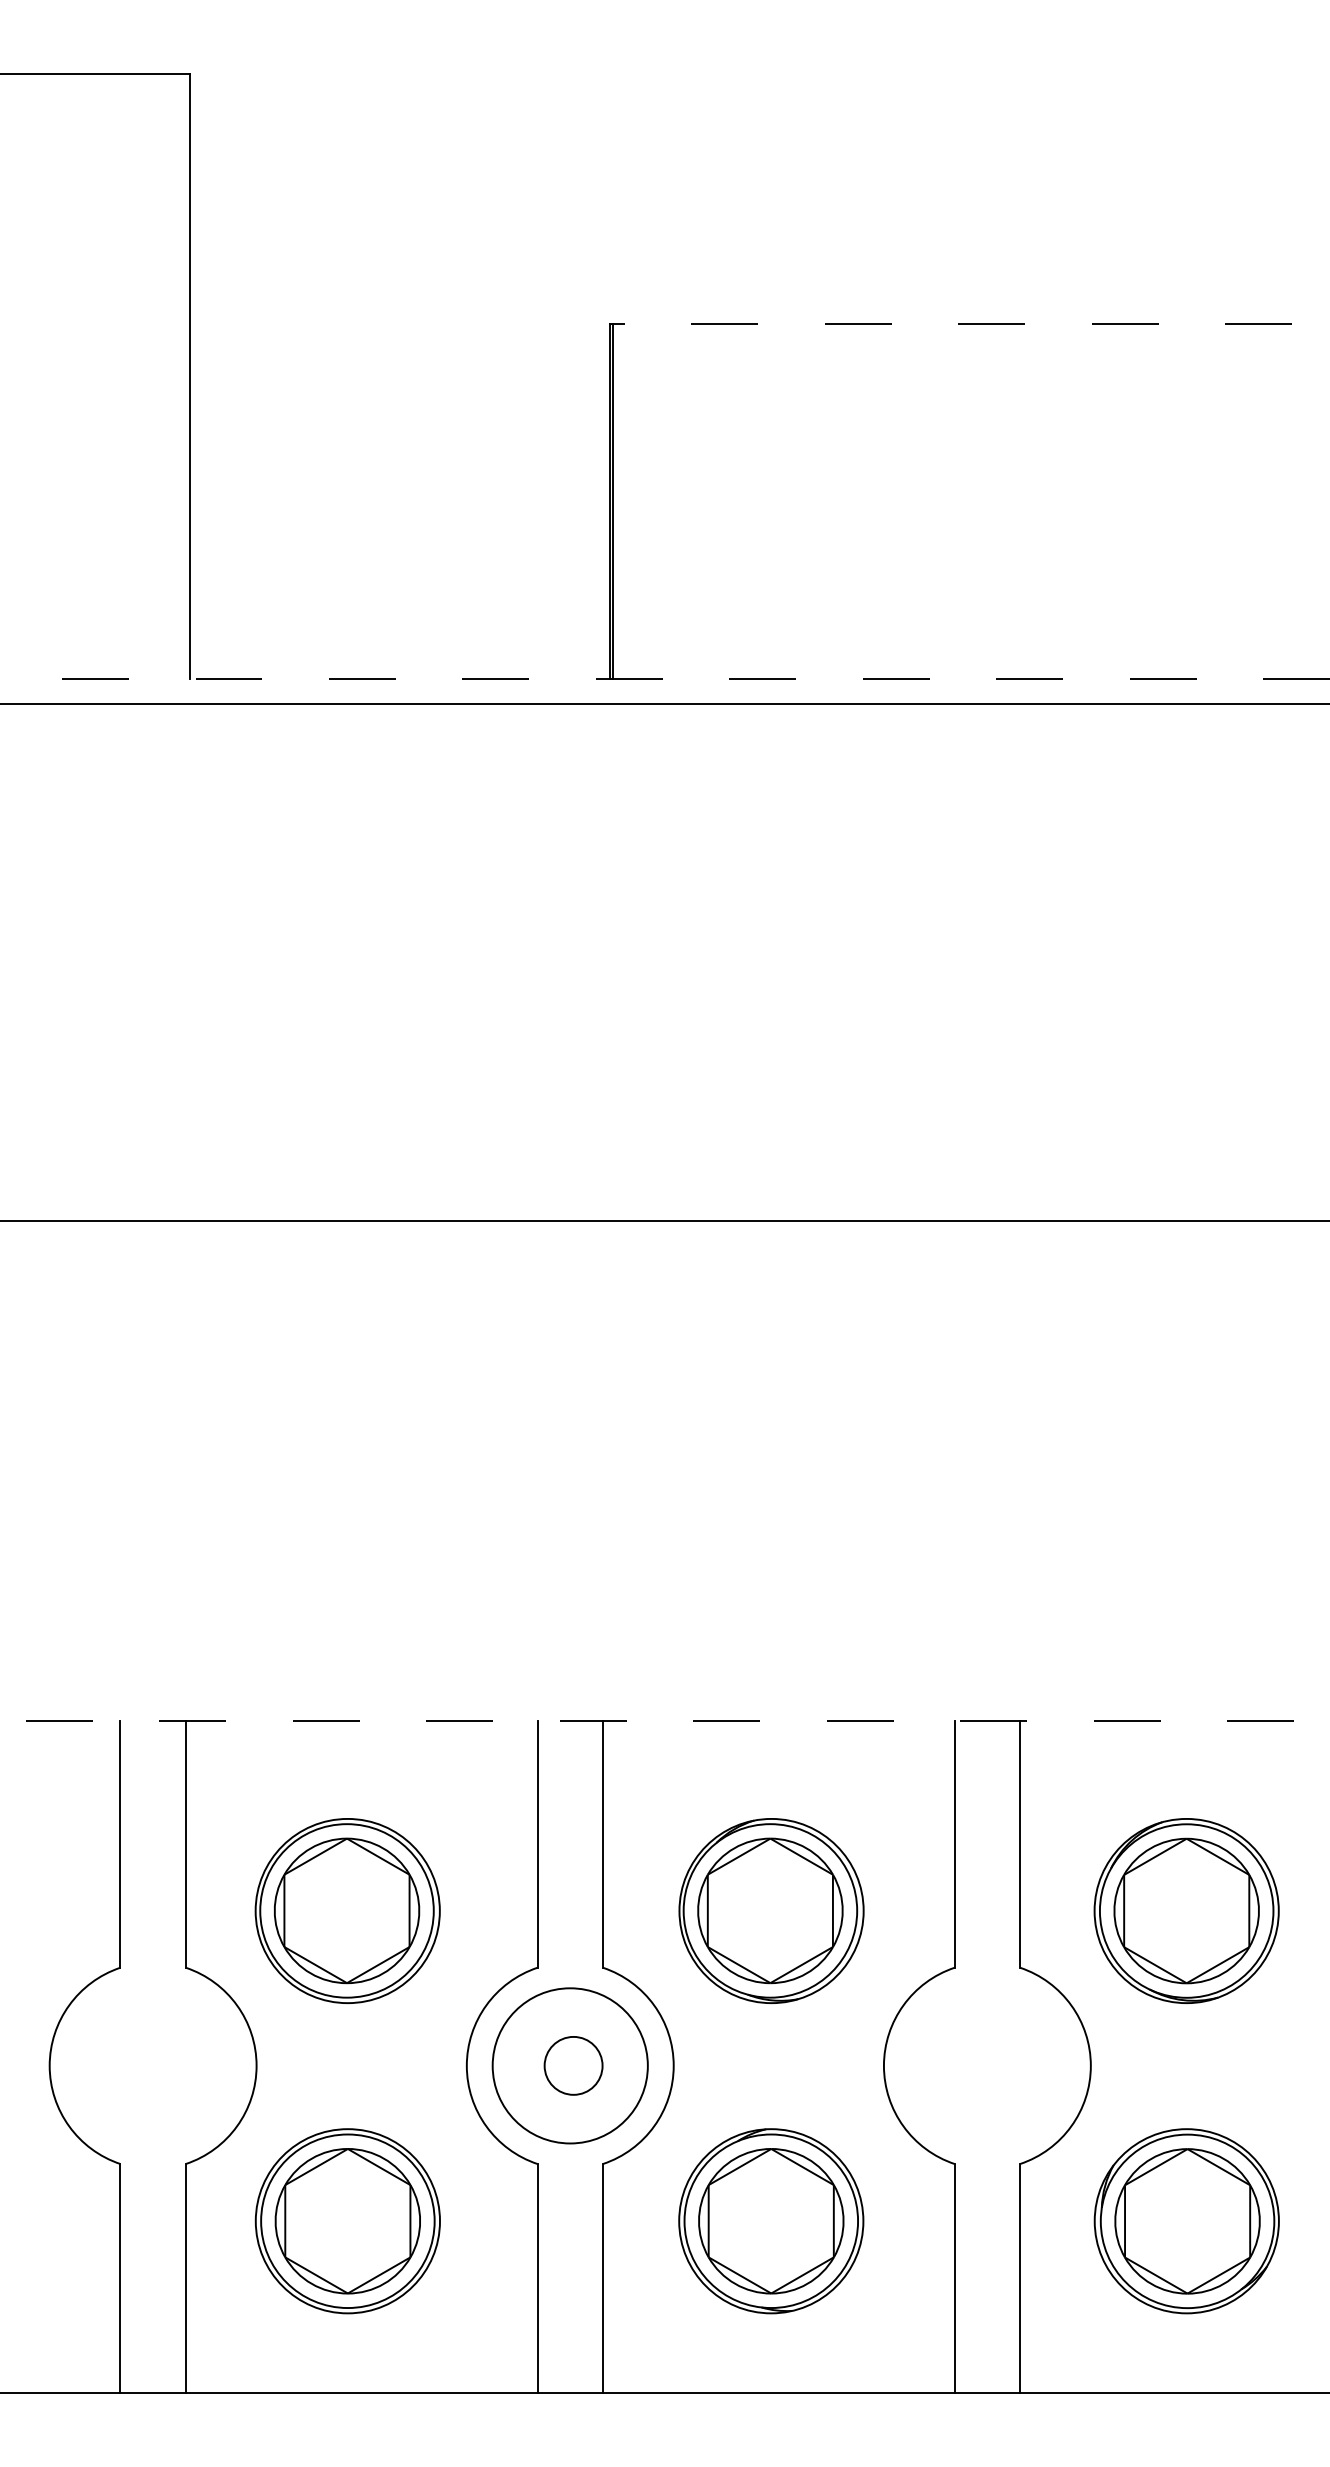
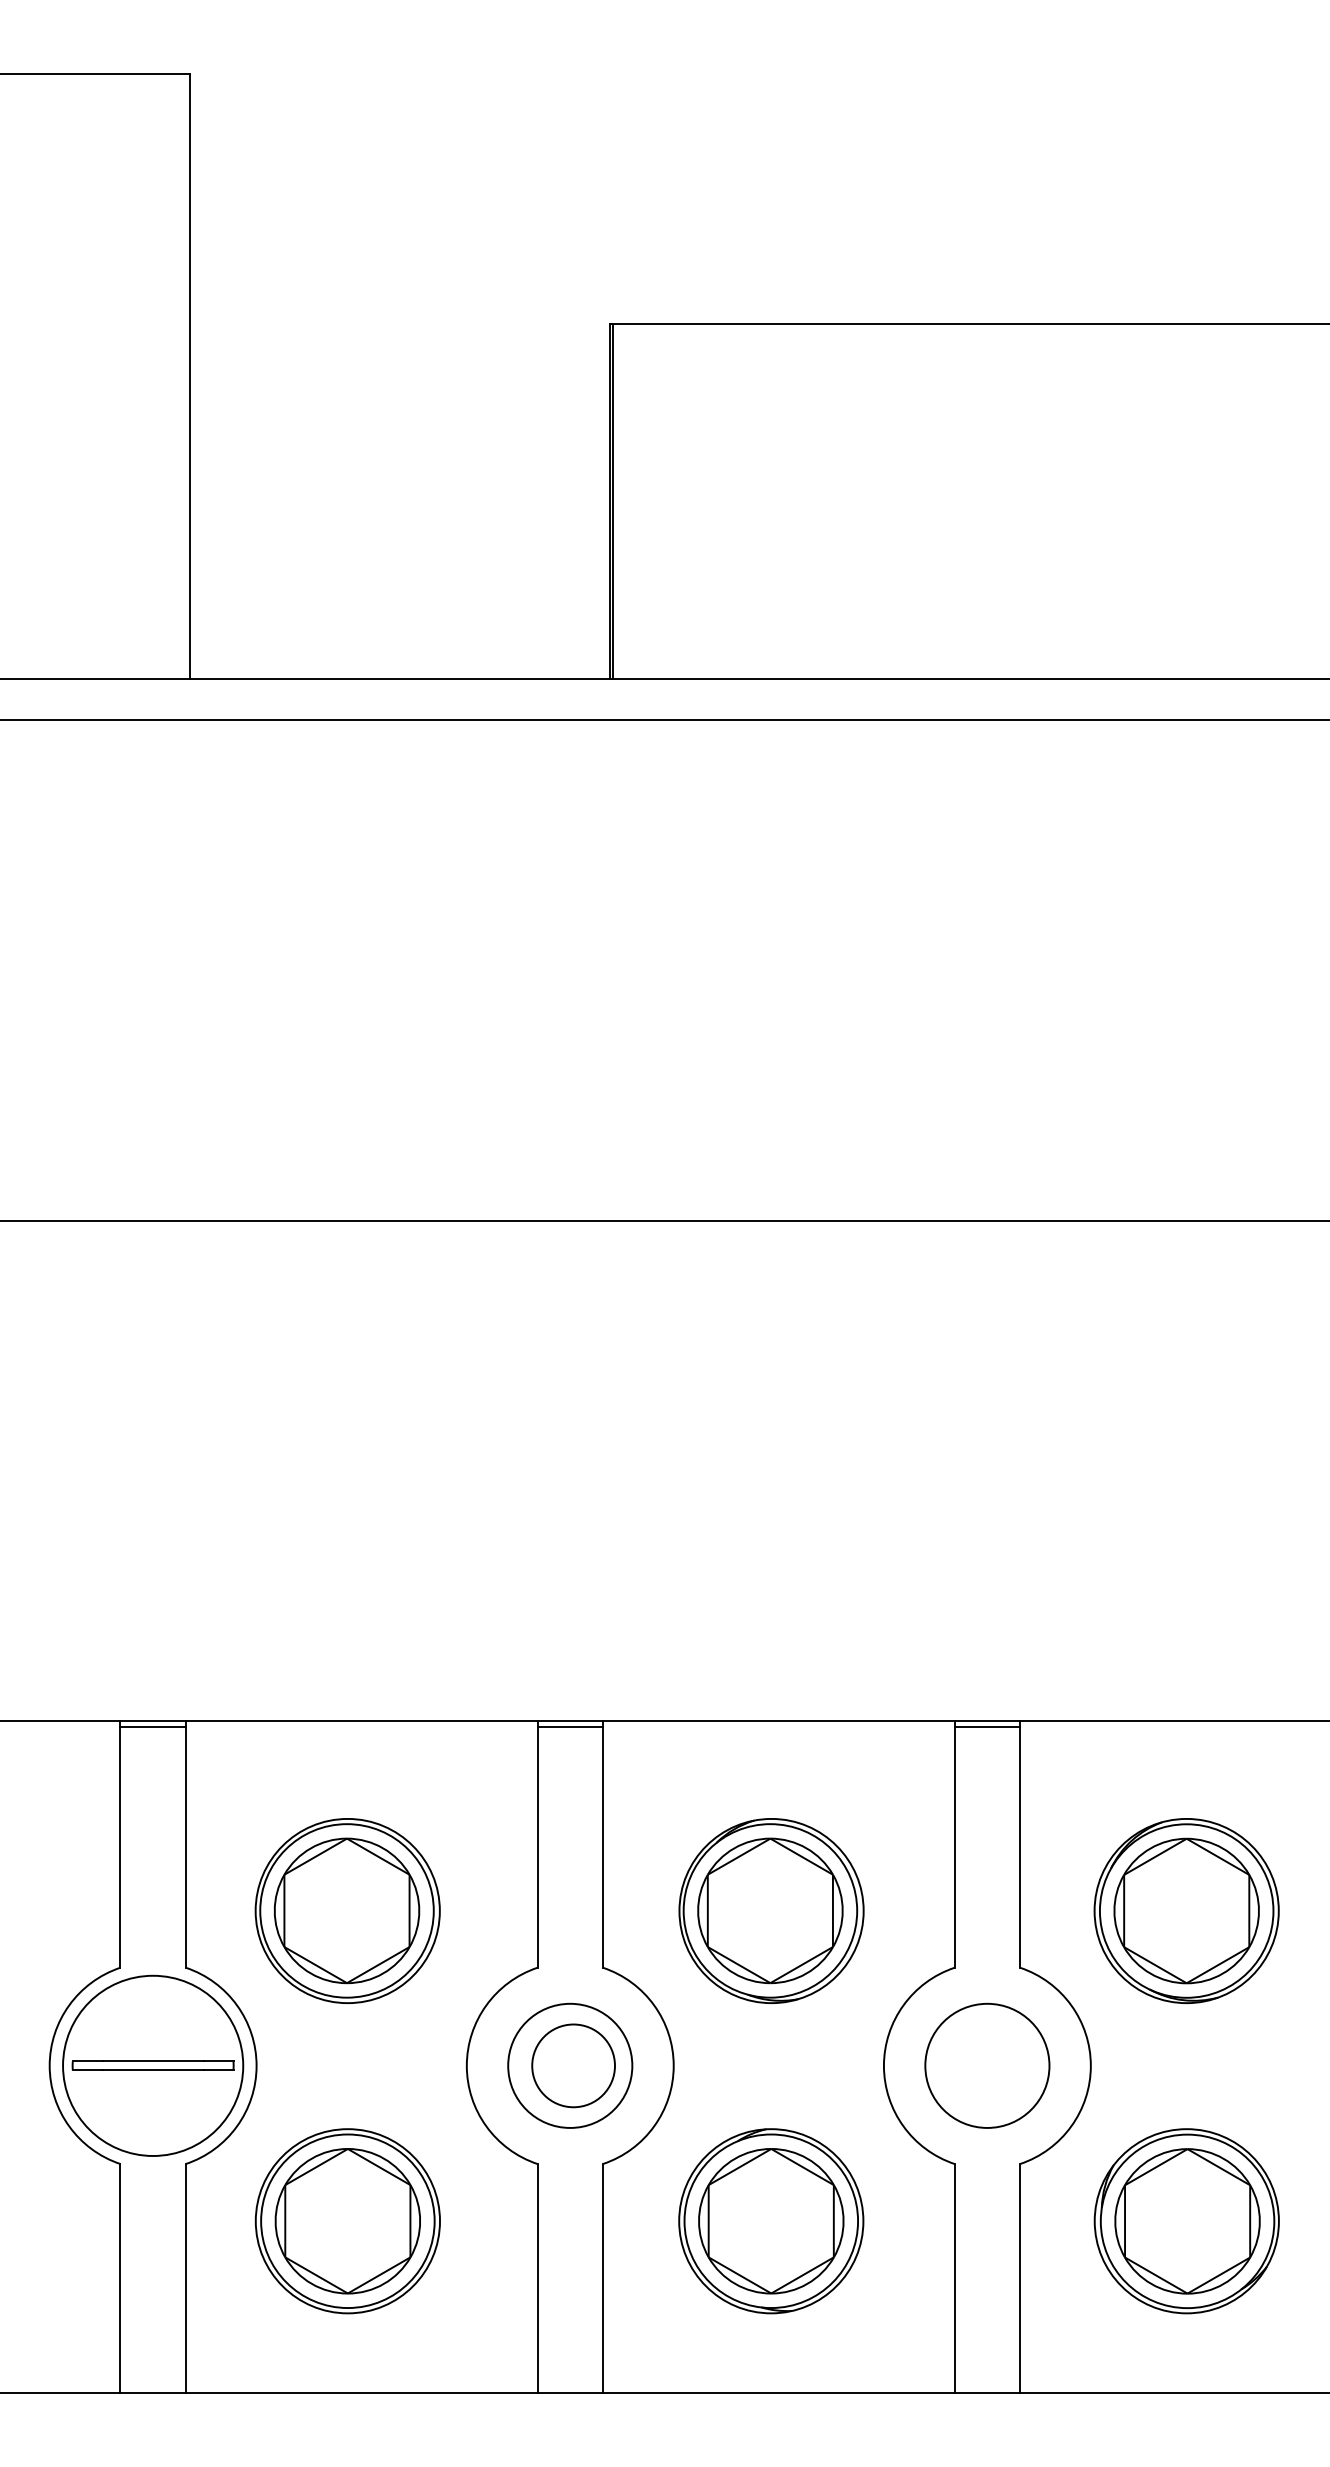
line at (971, 323): dashed -> solid
line at (664, 678): dashed -> solid
line at (664, 704) position: (664, 704) -> (664, 720)
line at (665, 1721): dashed -> solid
line at (152, 1726): none -> present
line at (569, 1726): none -> present
line at (987, 1726): none -> present
part at (153, 2065): none -> present
circle at (569, 2065) diameter: 155 px -> 124 px
circle at (573, 2065) diameter: 58 px -> 83 px
circle at (987, 2065): none -> present
